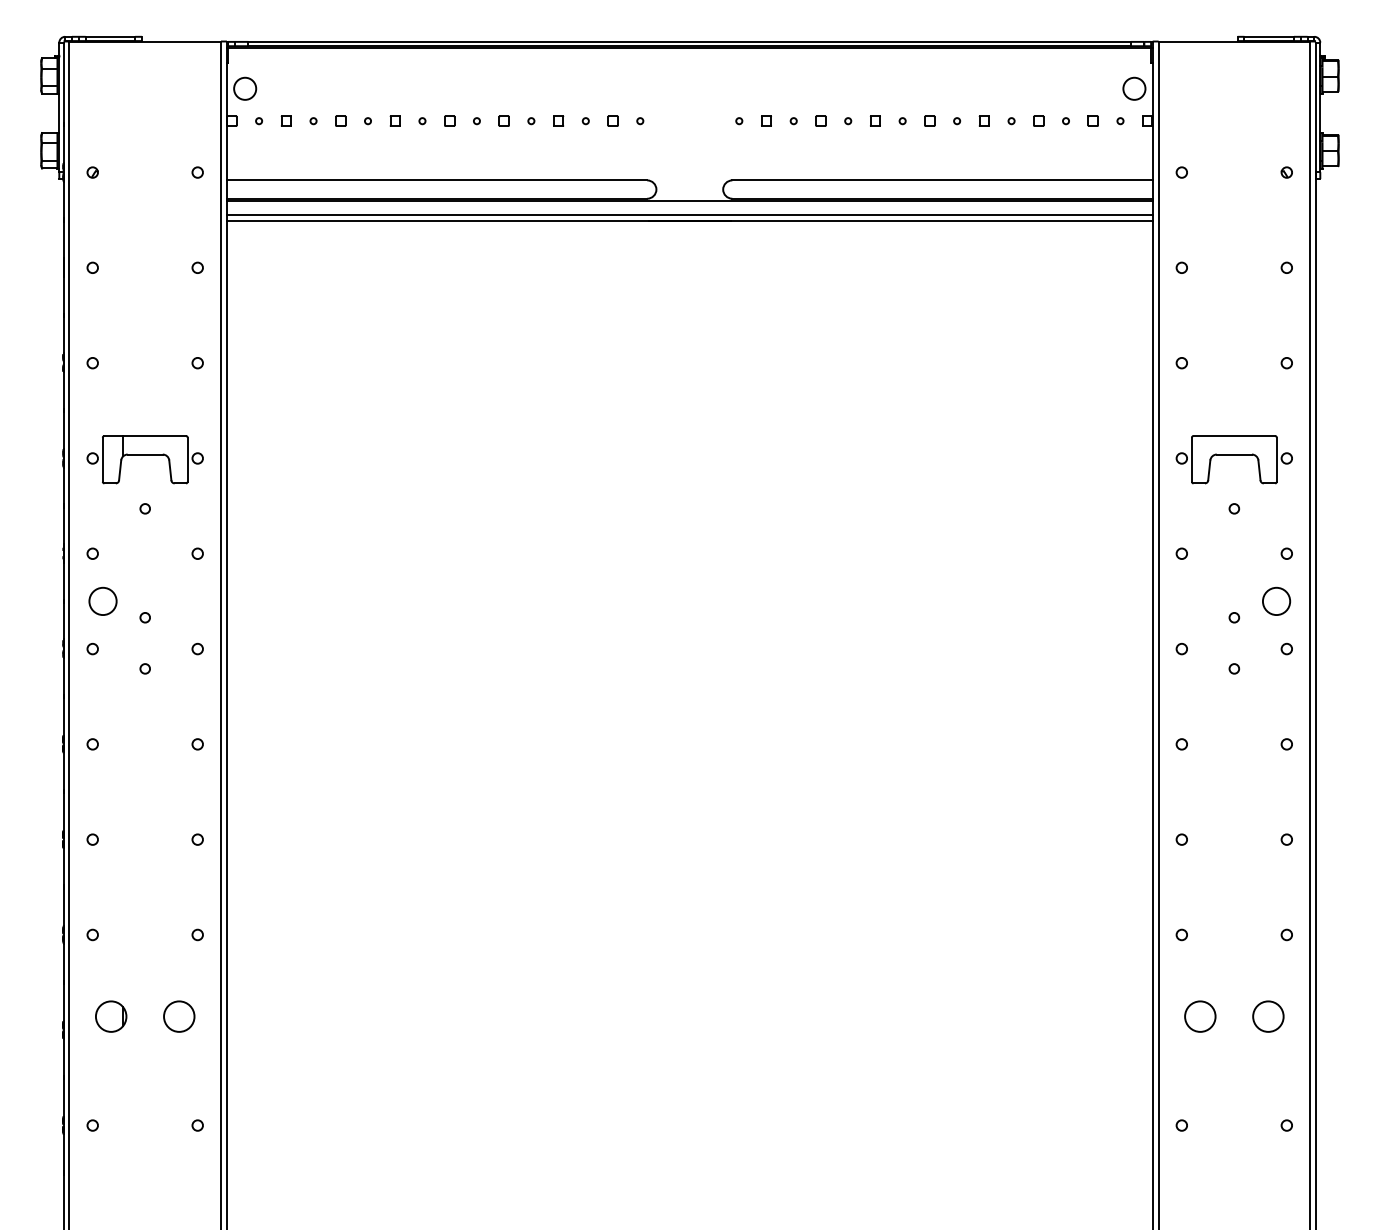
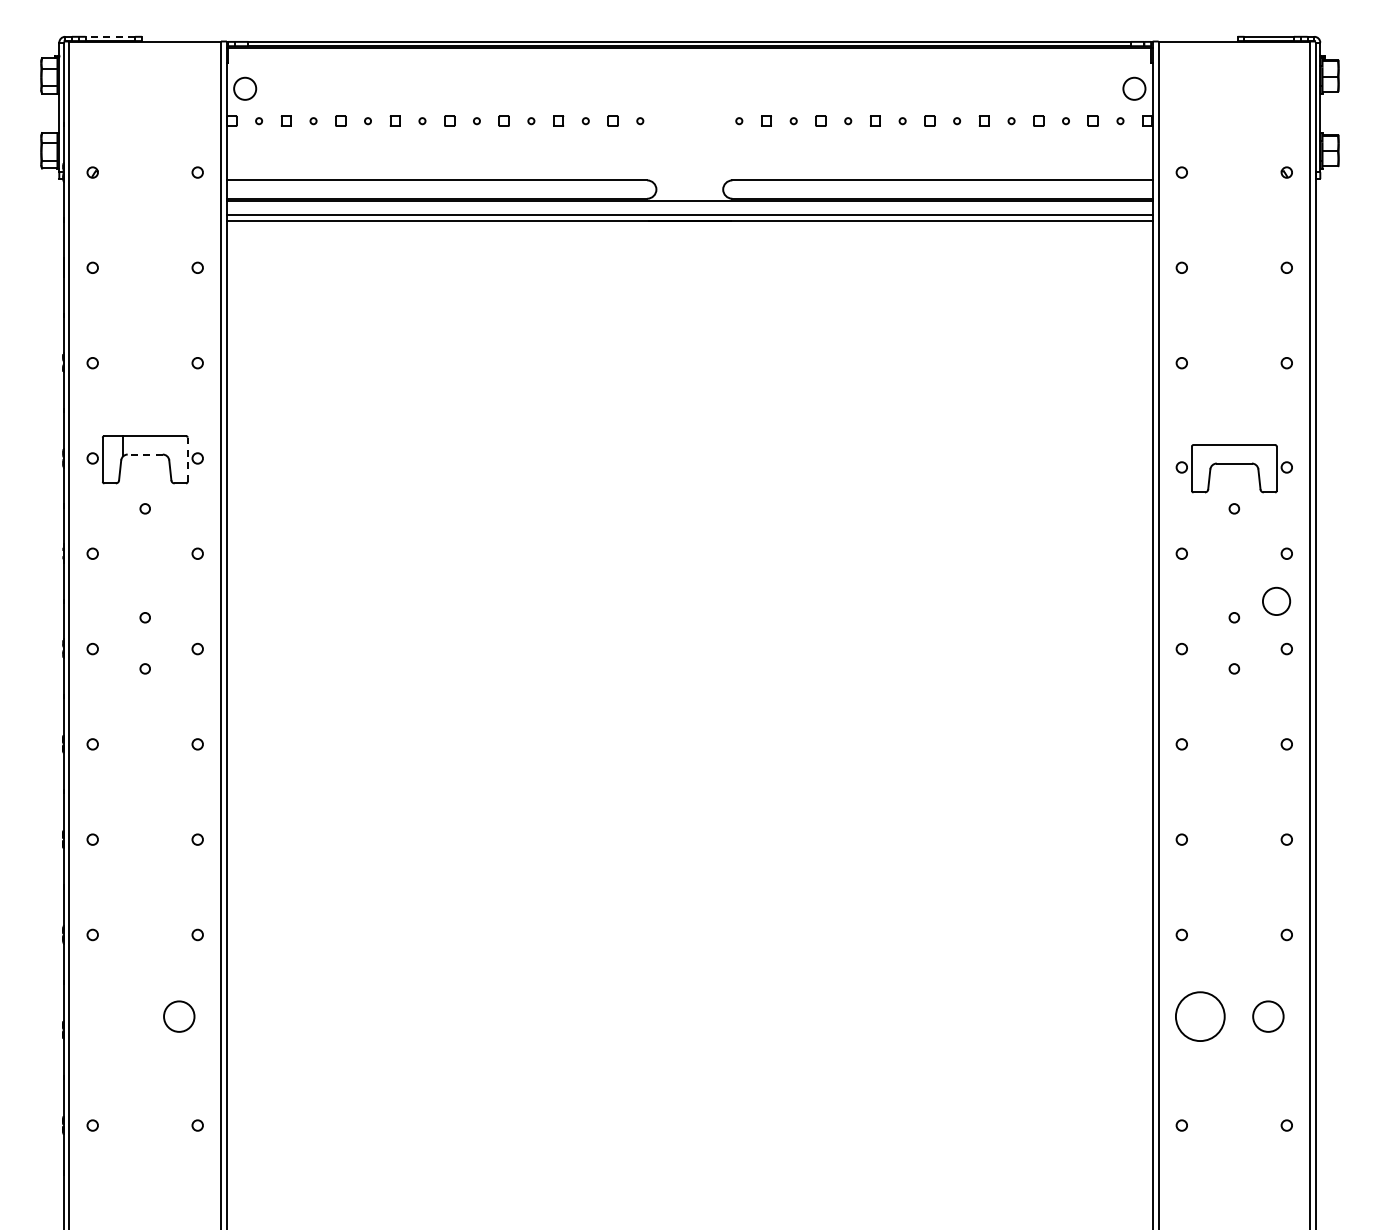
line at (110, 36): solid -> dashed
line at (145, 454): solid -> dashed
line at (187, 459): solid -> dashed
part at (1233, 459) position: (1233, 459) -> (1233, 468)
circle at (102, 600): present -> none
part at (111, 1016): present -> none
circle at (1200, 1016) diameter: 30 px -> 49 px
